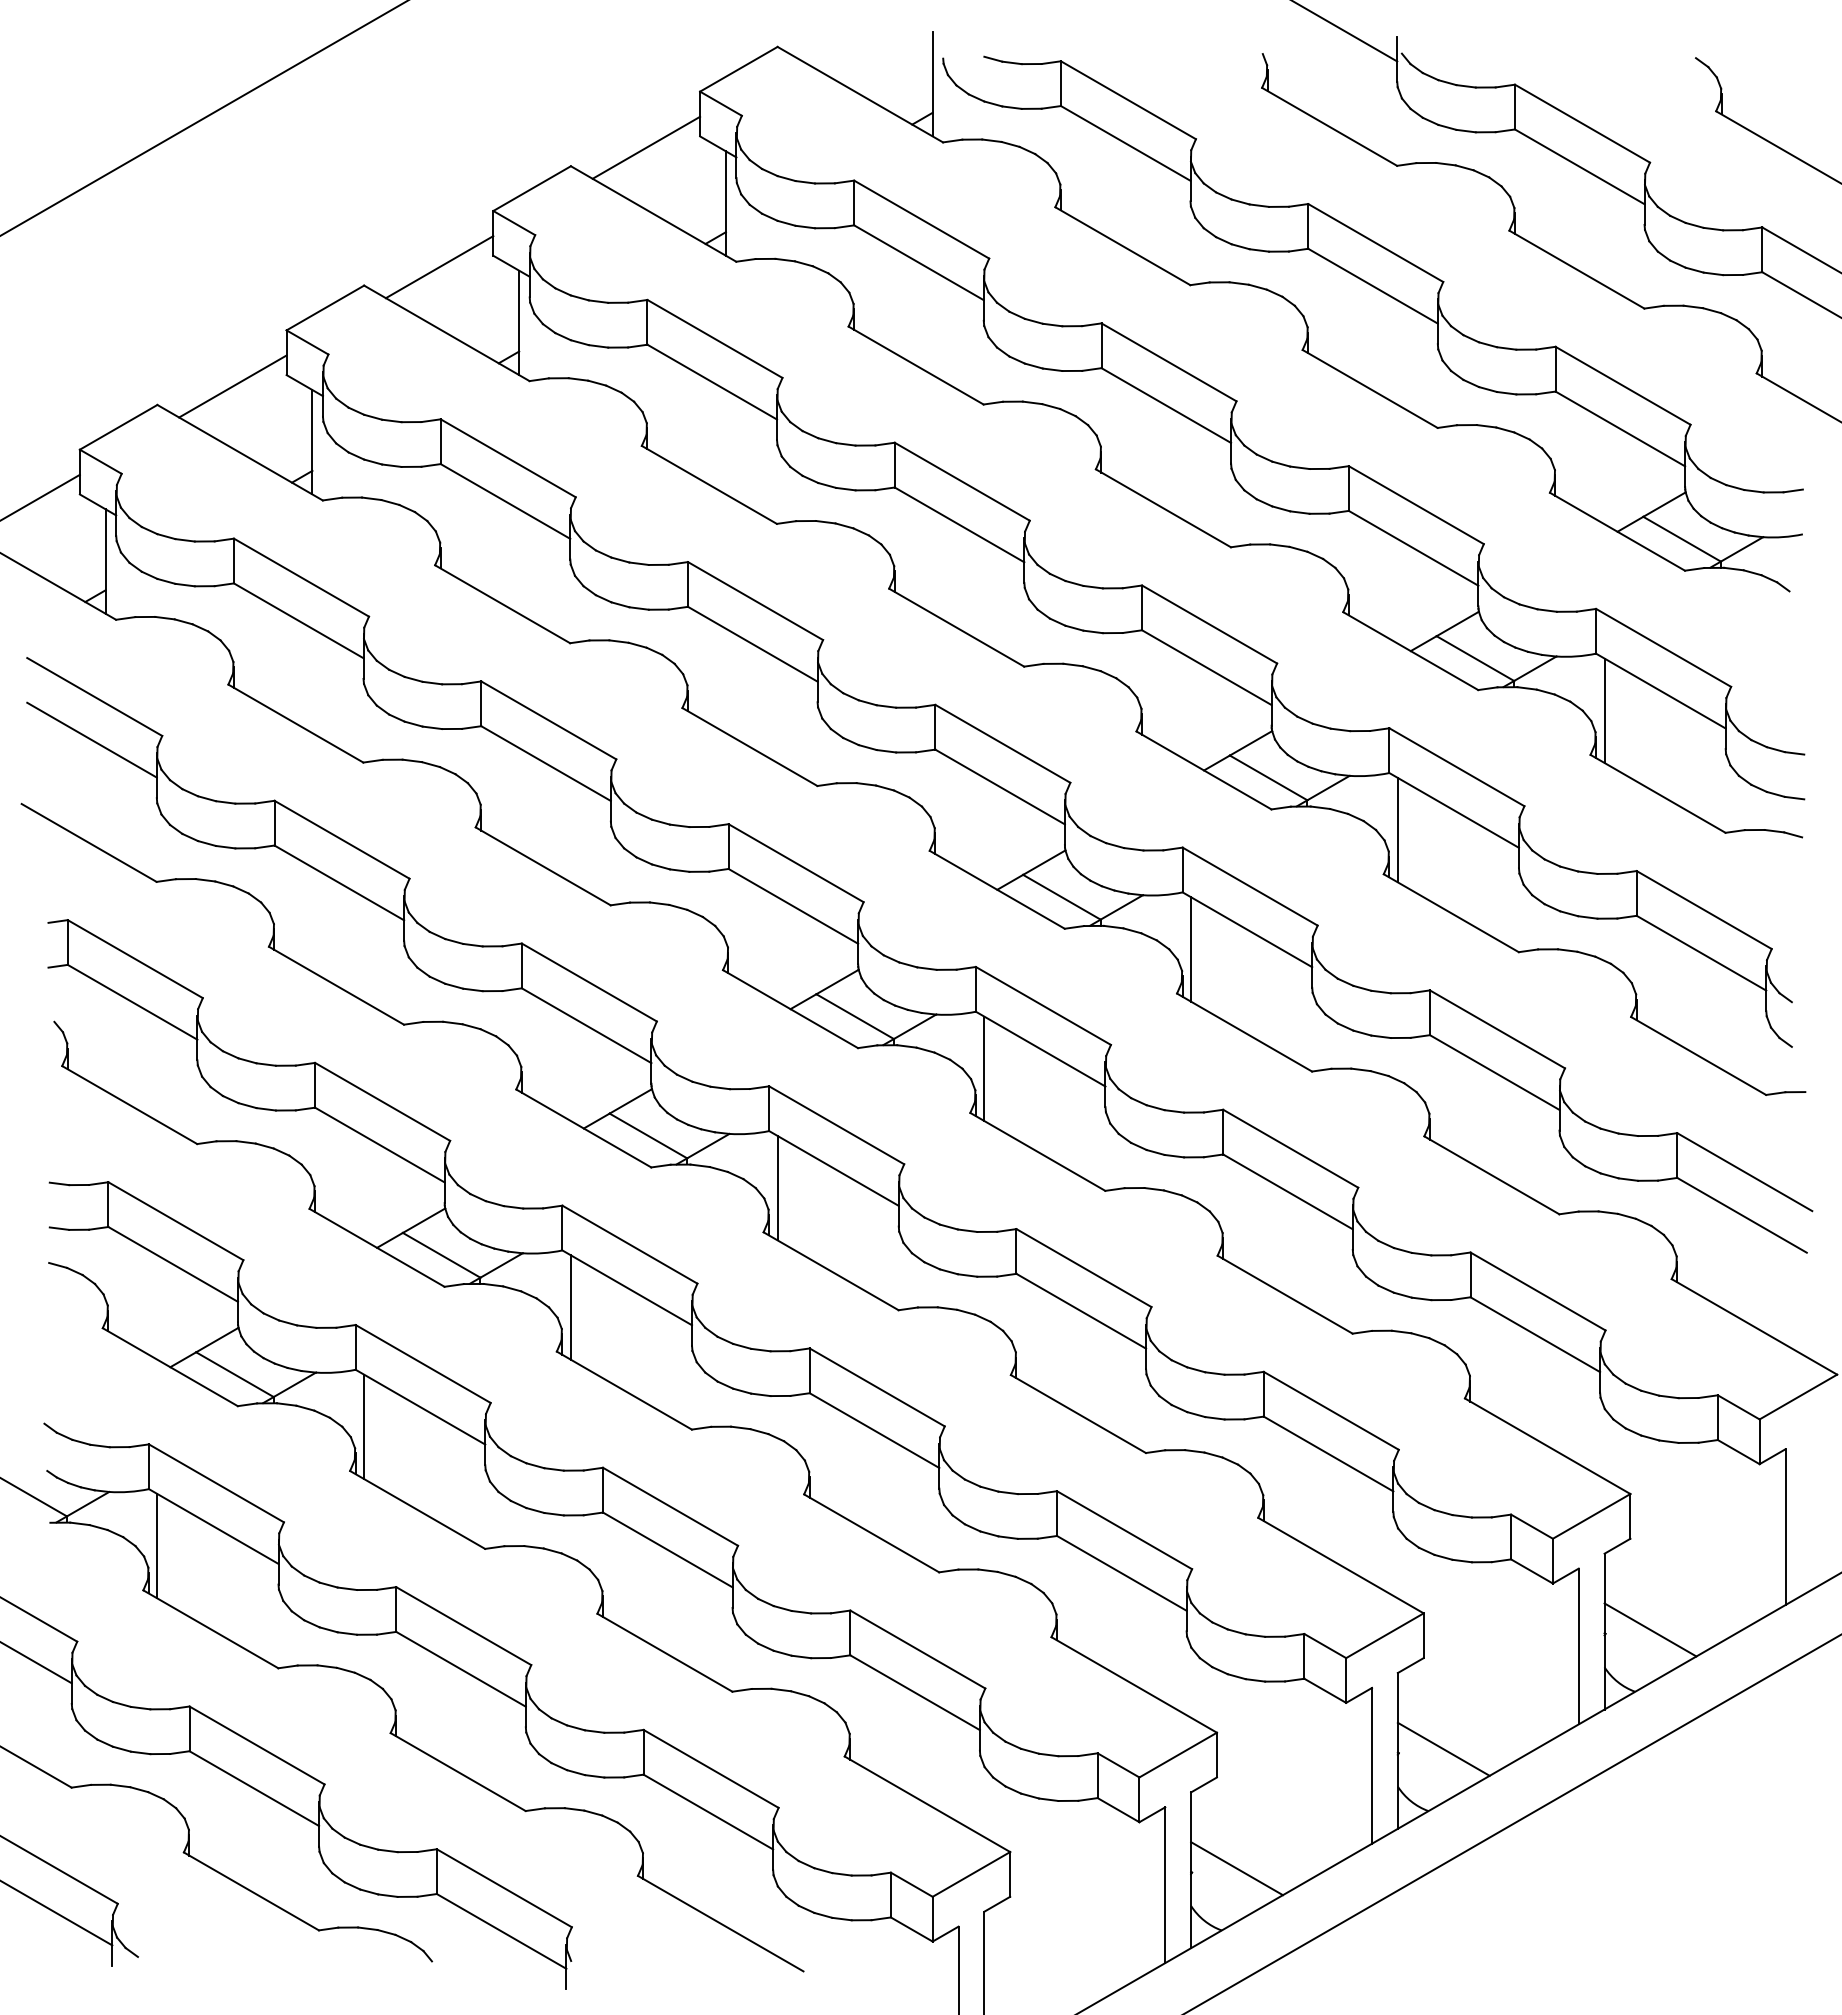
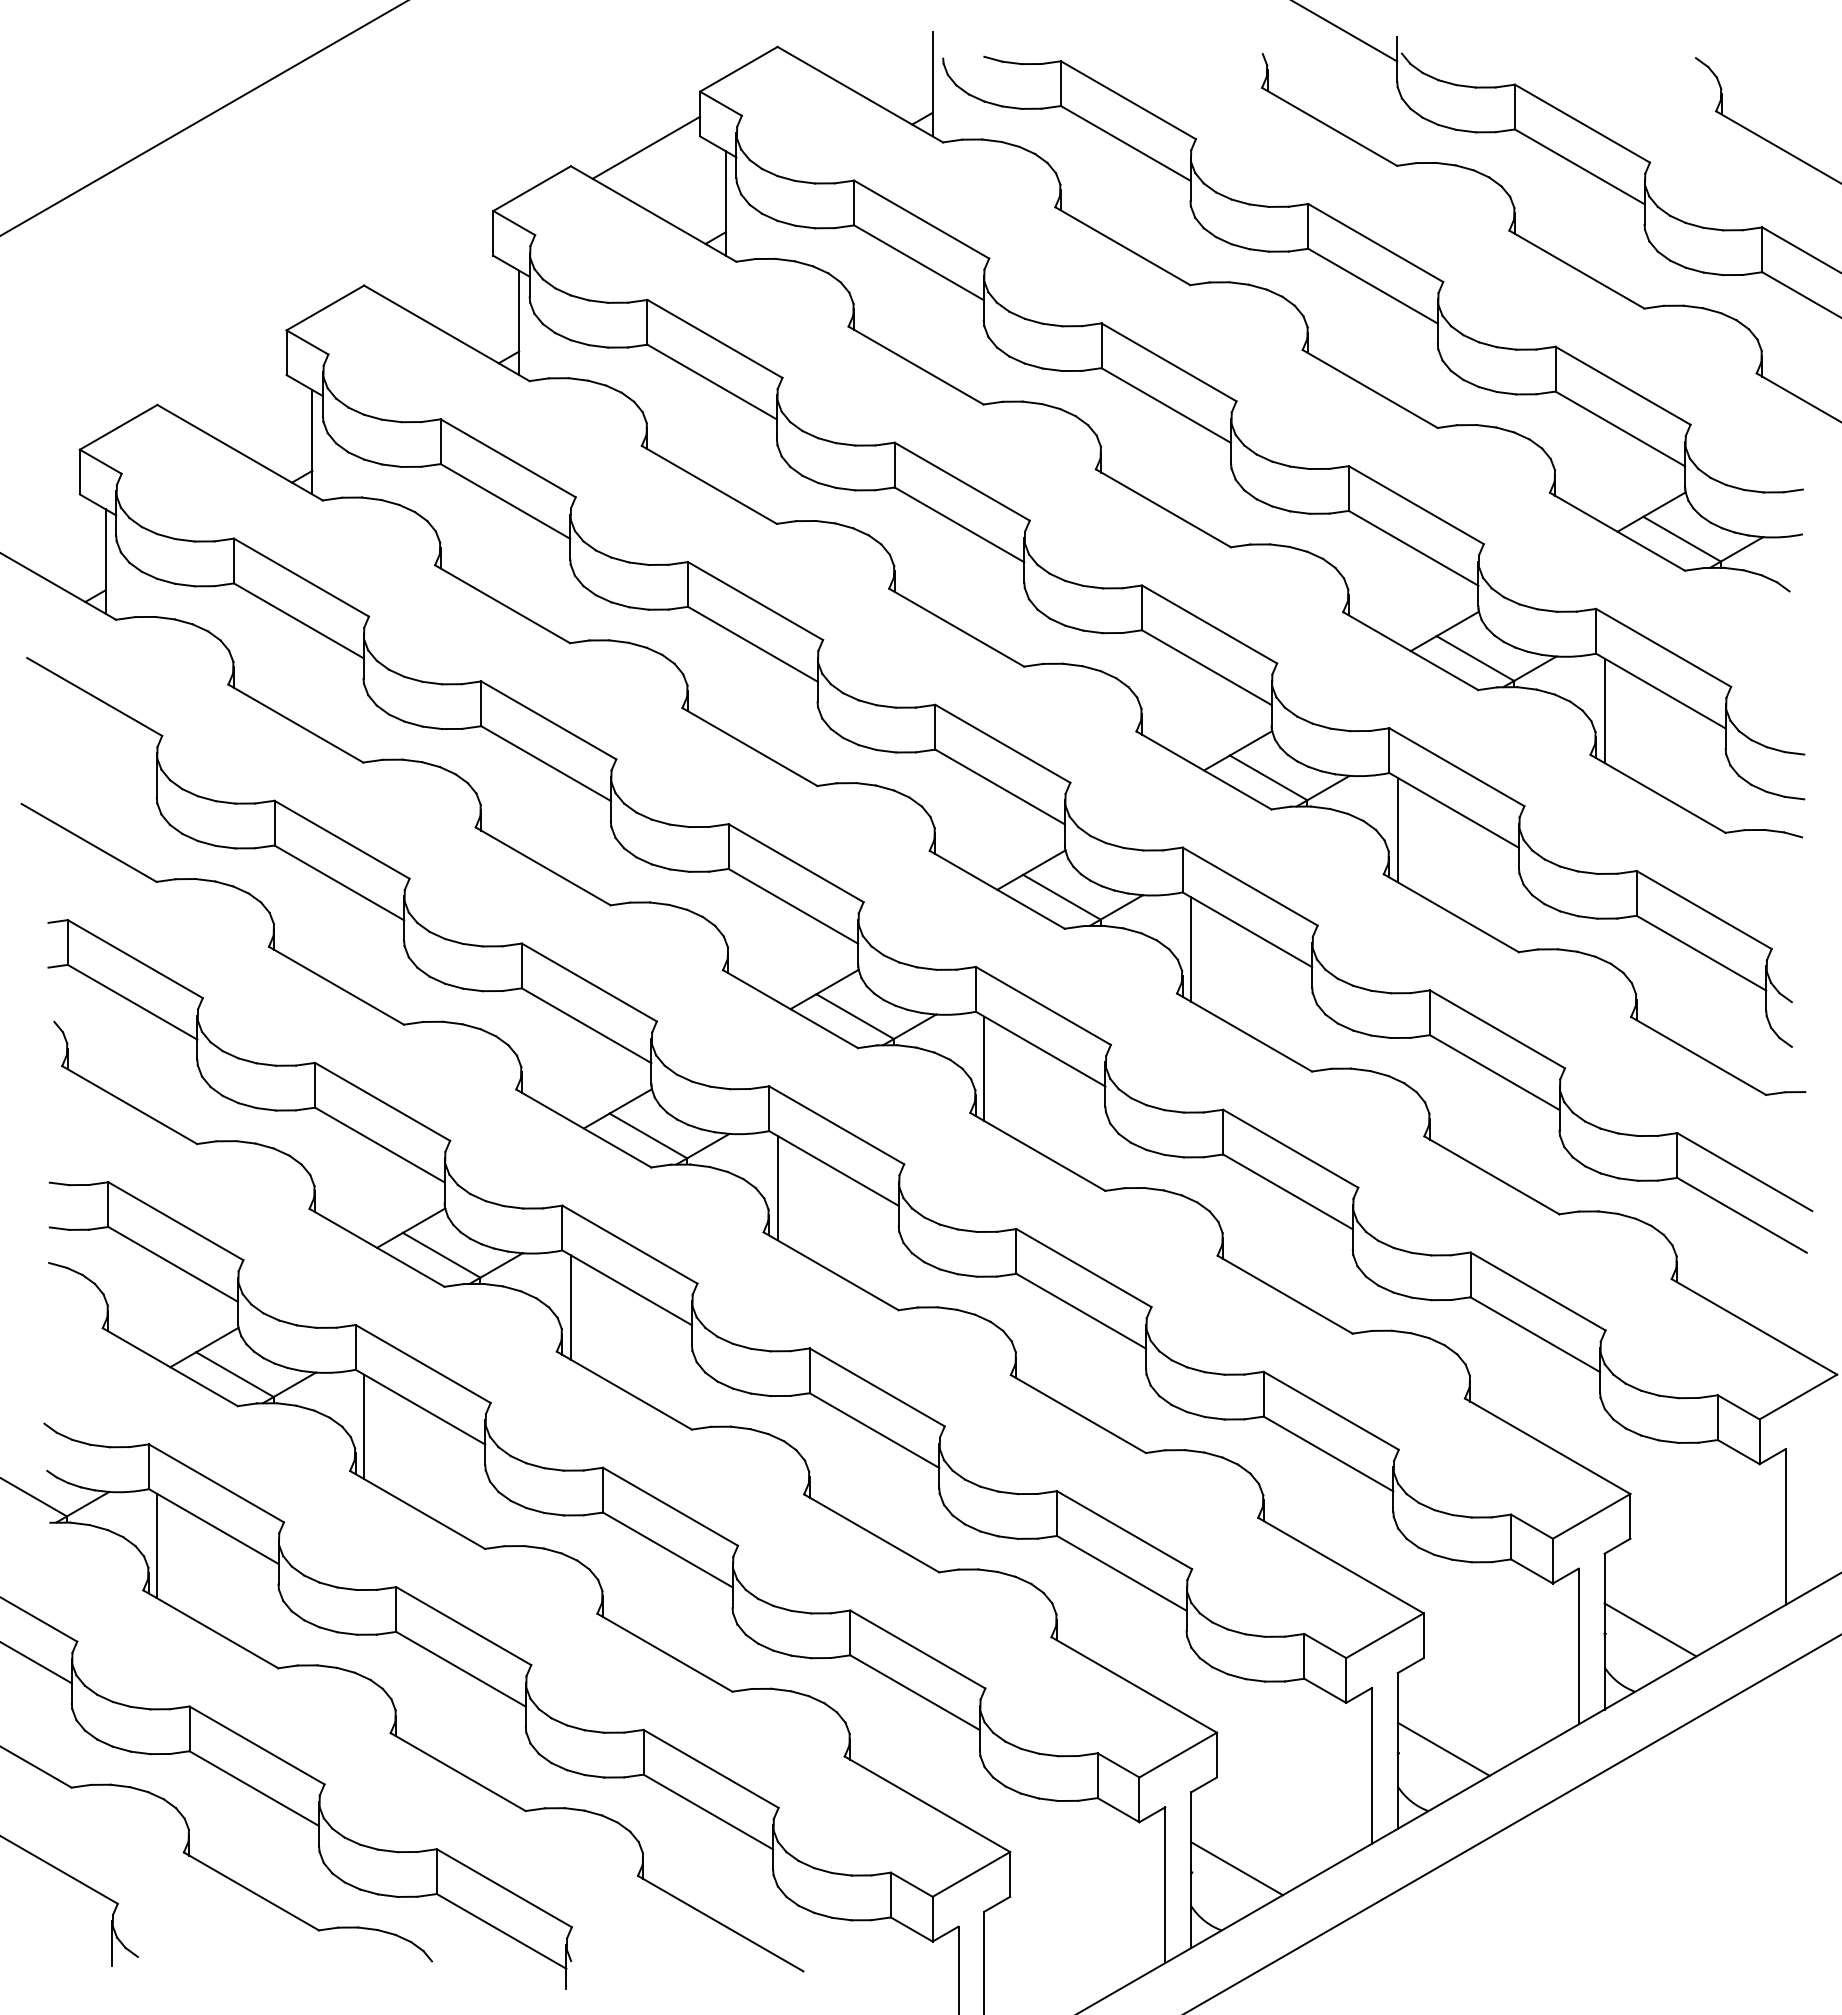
line at (439, 267): present -> none
line at (232, 386): present -> none
line at (40, 496): present -> none
line at (91, 739): present -> none
line at (57, 1913): present -> none
